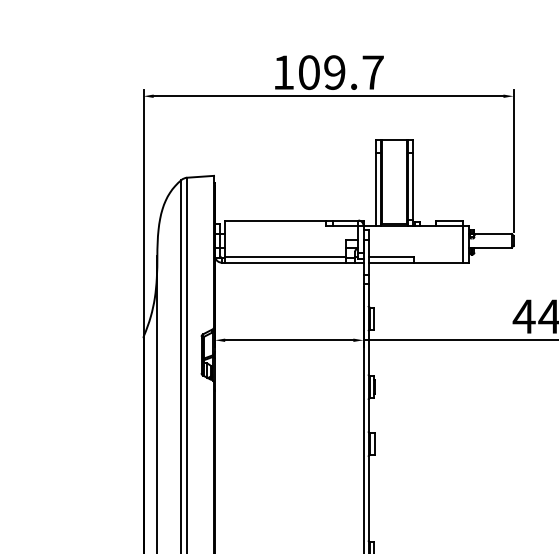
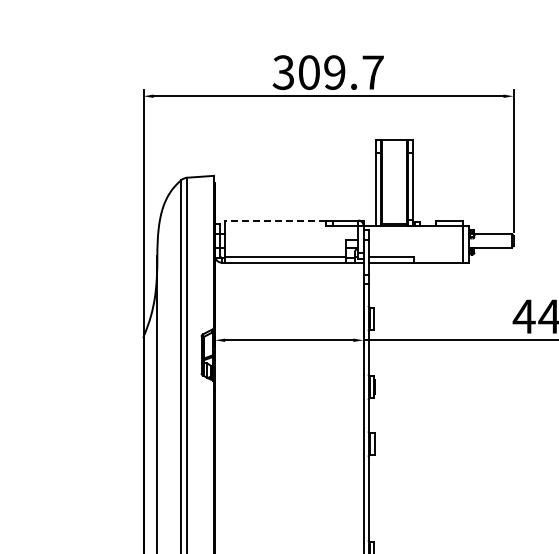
text at (282, 72): 109.7 -> 309.7
line at (275, 220): solid -> dashed
